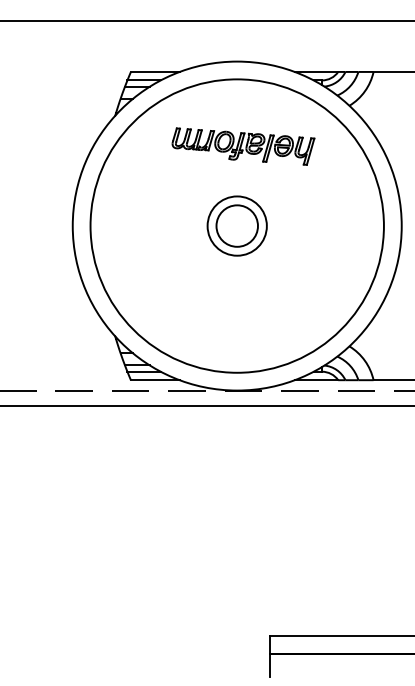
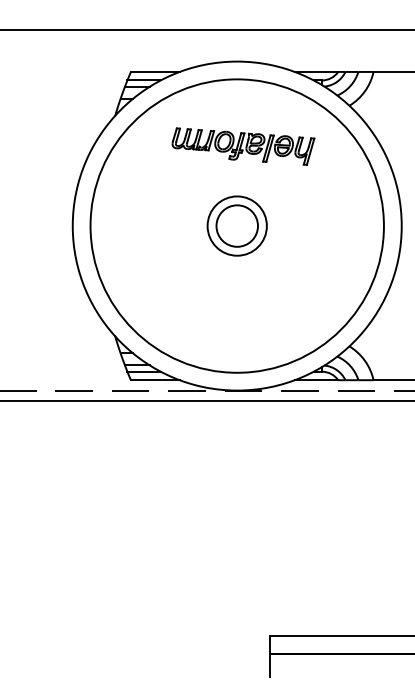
line at (206, 20) position: (206, 20) -> (206, 29)
line at (206, 405) position: (206, 405) -> (206, 400)
